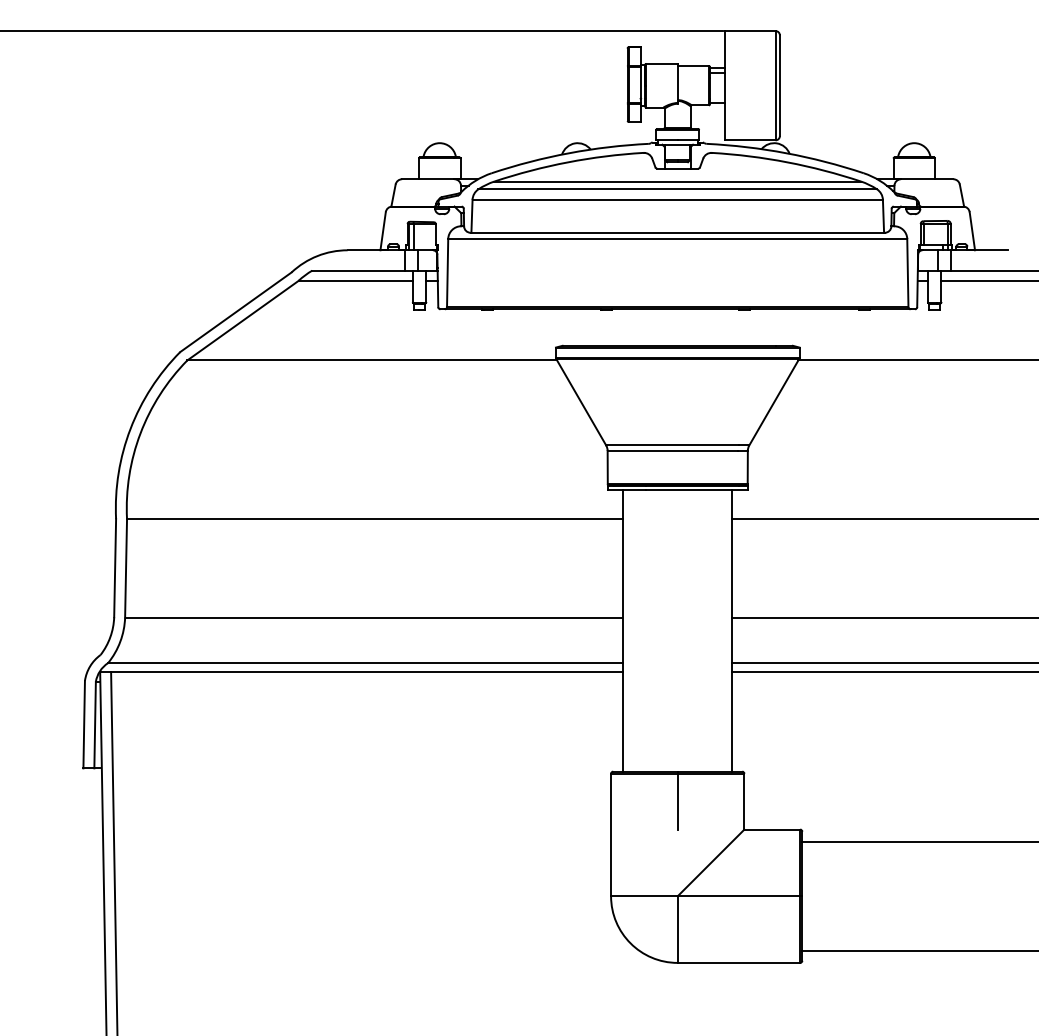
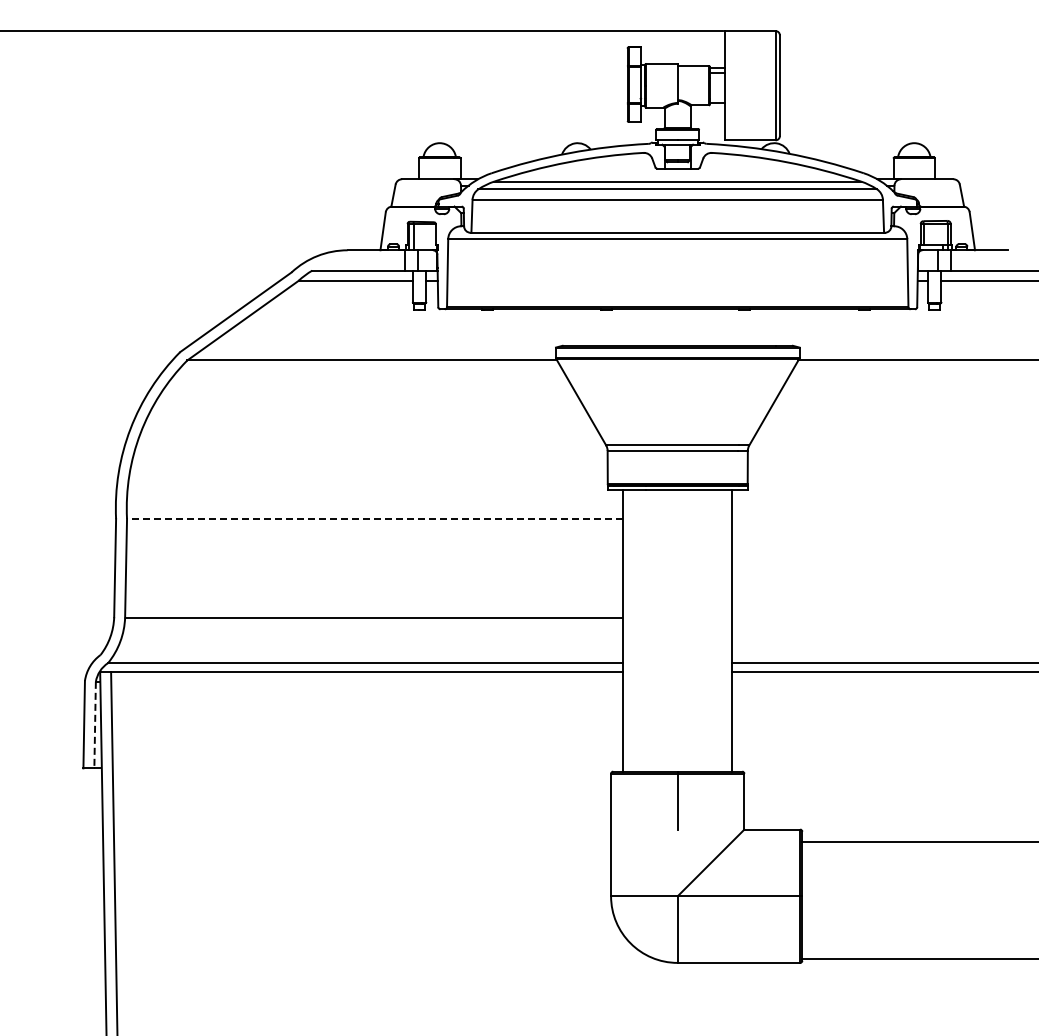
line at (374, 519): solid -> dashed
line at (883, 519): present -> none
line at (883, 617): present -> none
line at (95, 725): solid -> dashed
line at (918, 950) position: (918, 950) -> (918, 958)
